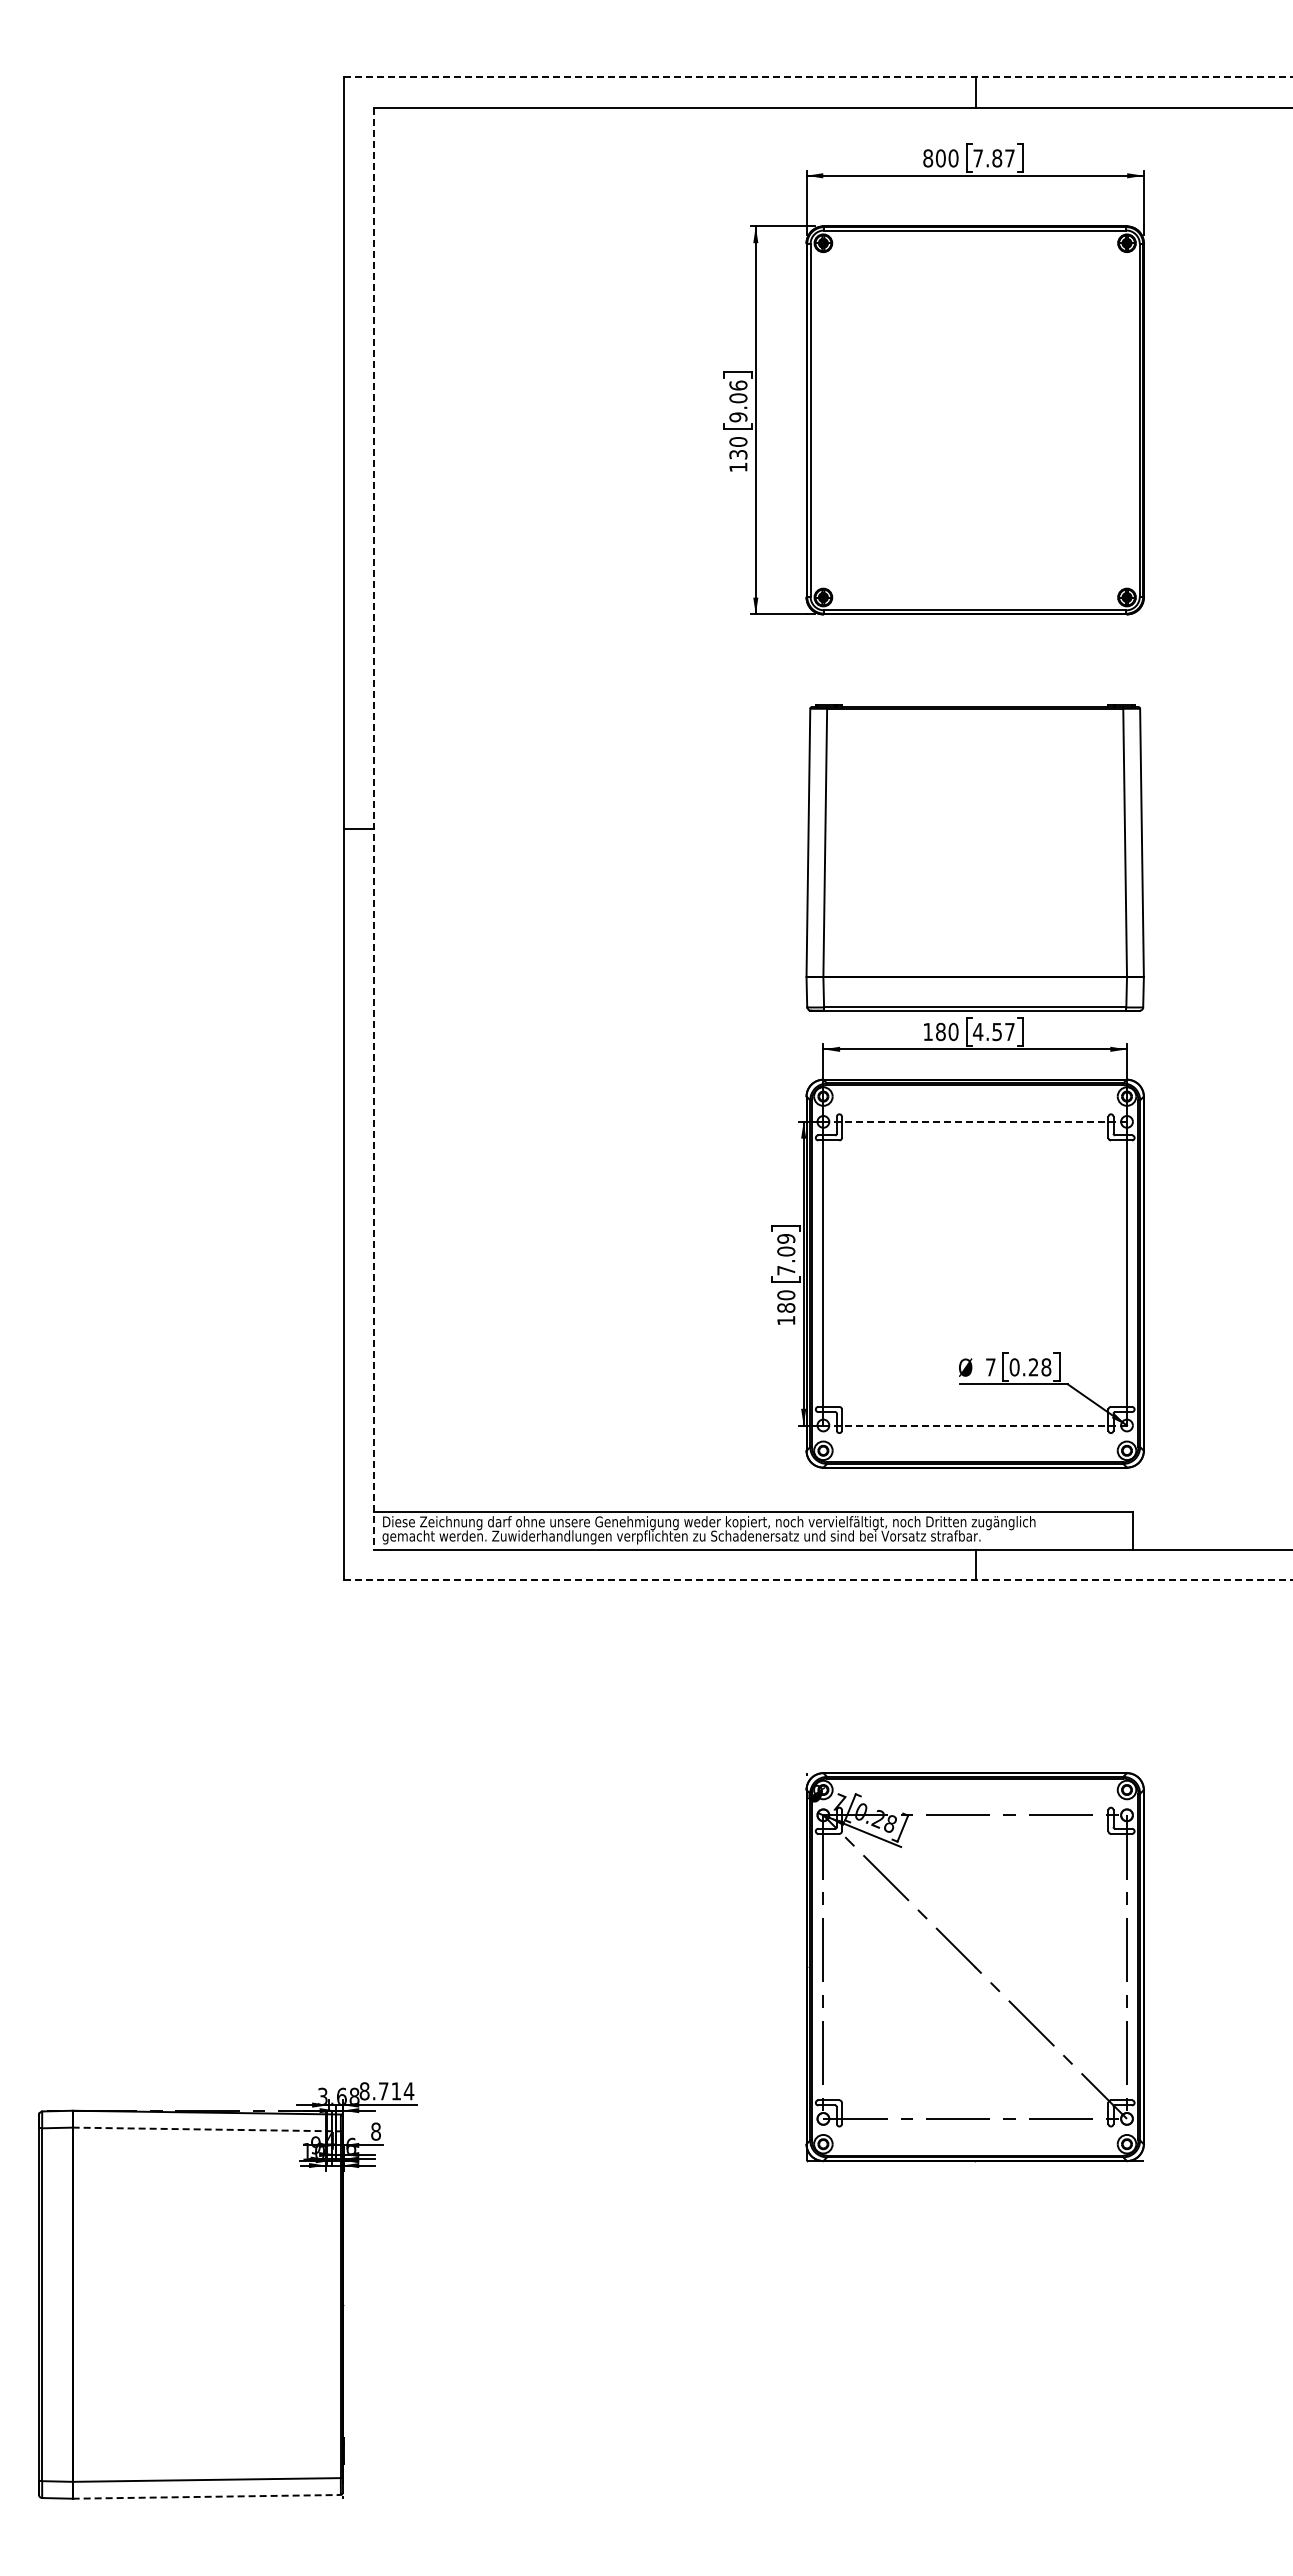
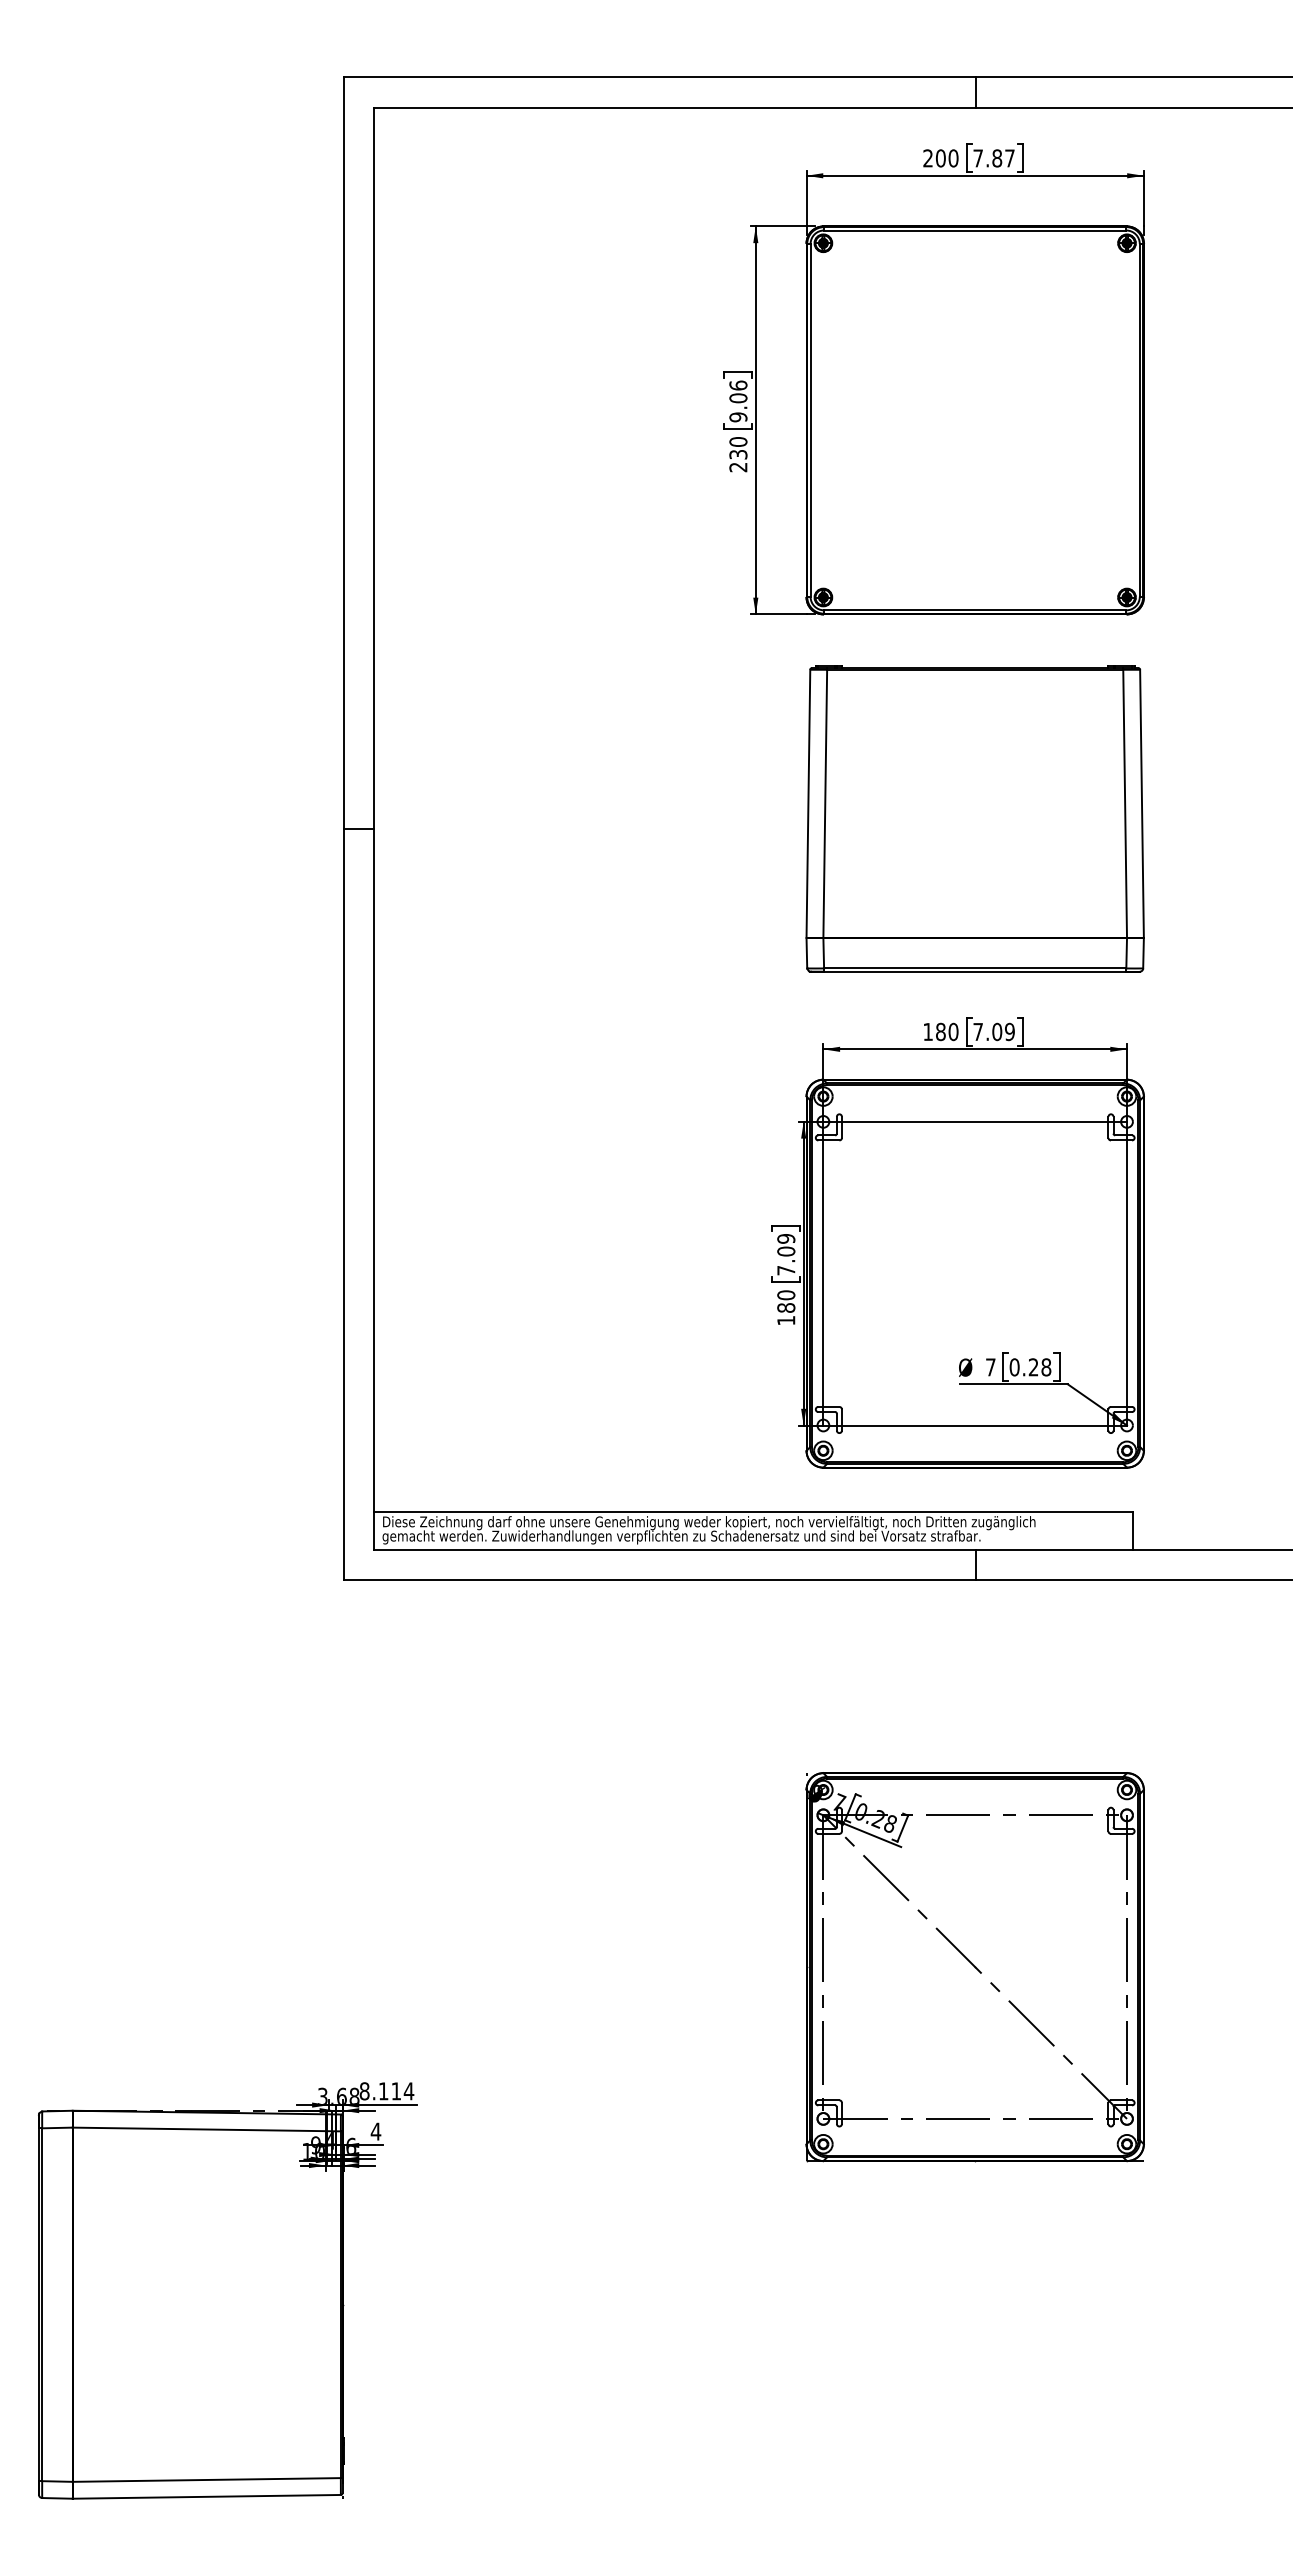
line at (818, 77): dashed -> solid
text at (928, 158): 800 -> 200
text at (738, 467): 130 -> 230
line at (374, 829): dashed -> solid
part at (974, 857) position: (974, 857) -> (974, 818)
text at (993, 1031): 4.57 -> 7.09
line at (975, 1121): dashed -> solid
line at (975, 1425): dashed -> solid
line at (818, 1580): dashed -> solid
text at (383, 2091): 8.714 -> 8.114
line at (207, 2129): dashed -> solid
text at (375, 2131): 8 -> 4
line at (207, 2496): dashed -> solid
